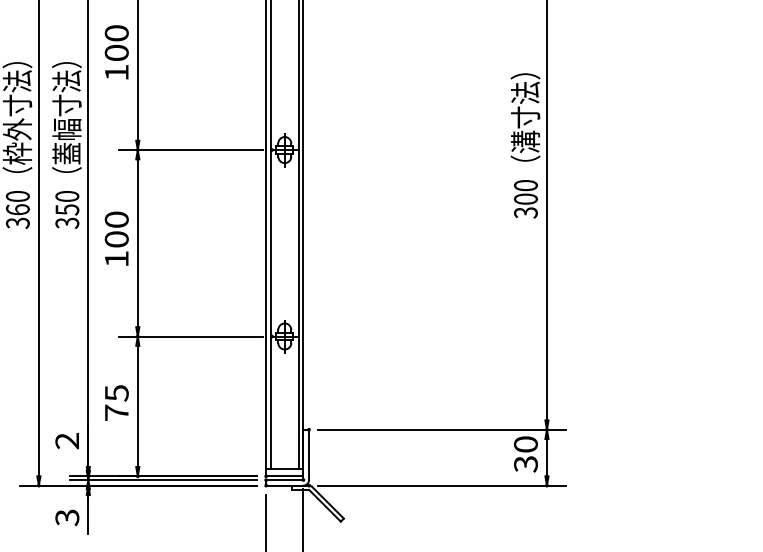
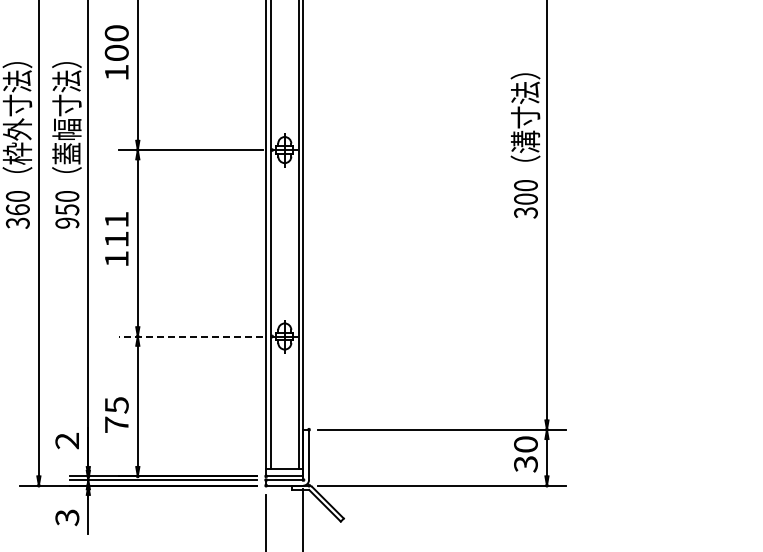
text at (67, 222): 350 -> 950
text at (116, 229): 100 -> 111
line at (190, 336): solid -> dashed
text at (116, 402) position: (116, 402) -> (116, 414)
